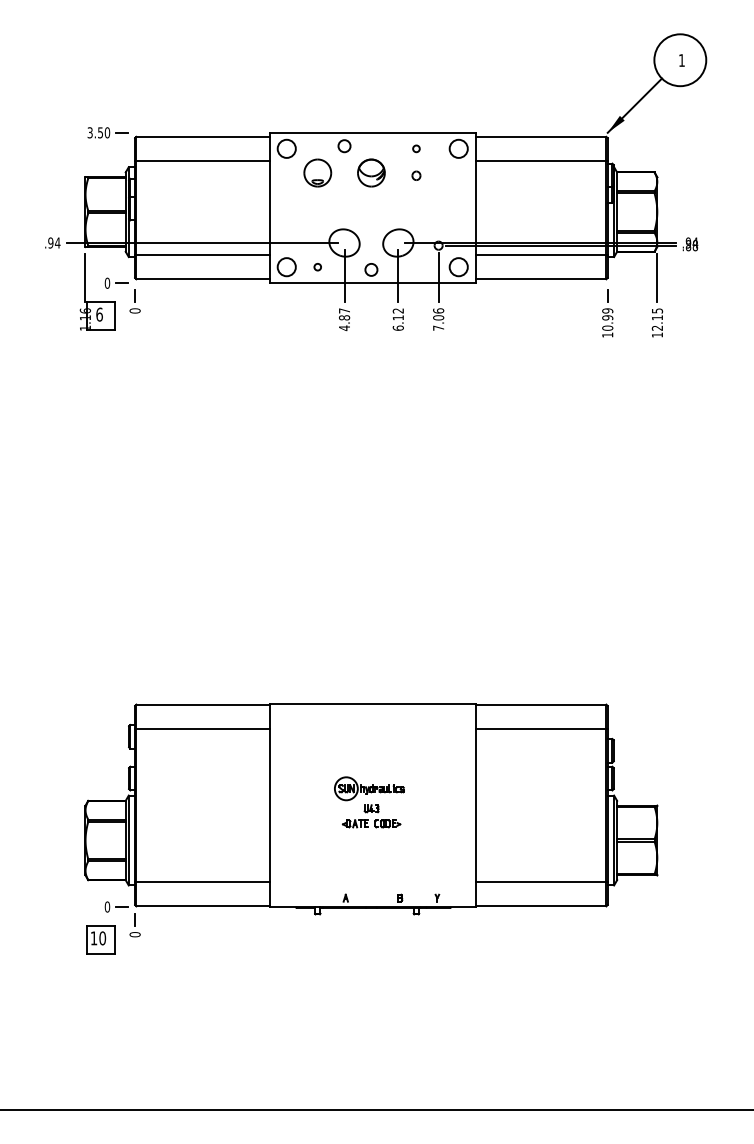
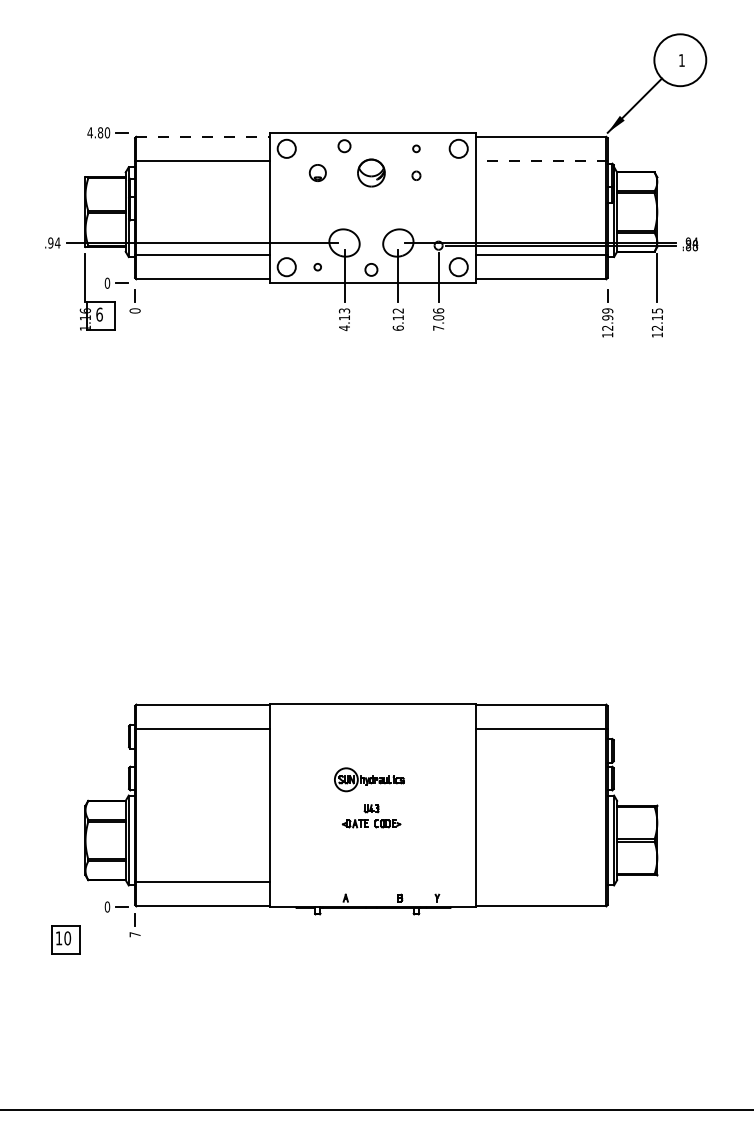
text at (95, 132): 3.50 -> 4.80
line at (203, 136): solid -> dashed
line at (541, 161): solid -> dashed
part at (317, 172) size: 30x30 px -> 19x18 px
text at (344, 314): 4.87 -> 4.13
text at (607, 327): 10.99 -> 12.99
part at (369, 788) position: (369, 788) -> (369, 779)
line at (541, 882): present -> none
text at (134, 934): 0 -> 7
part at (100, 939) position: (100, 939) -> (65, 939)
